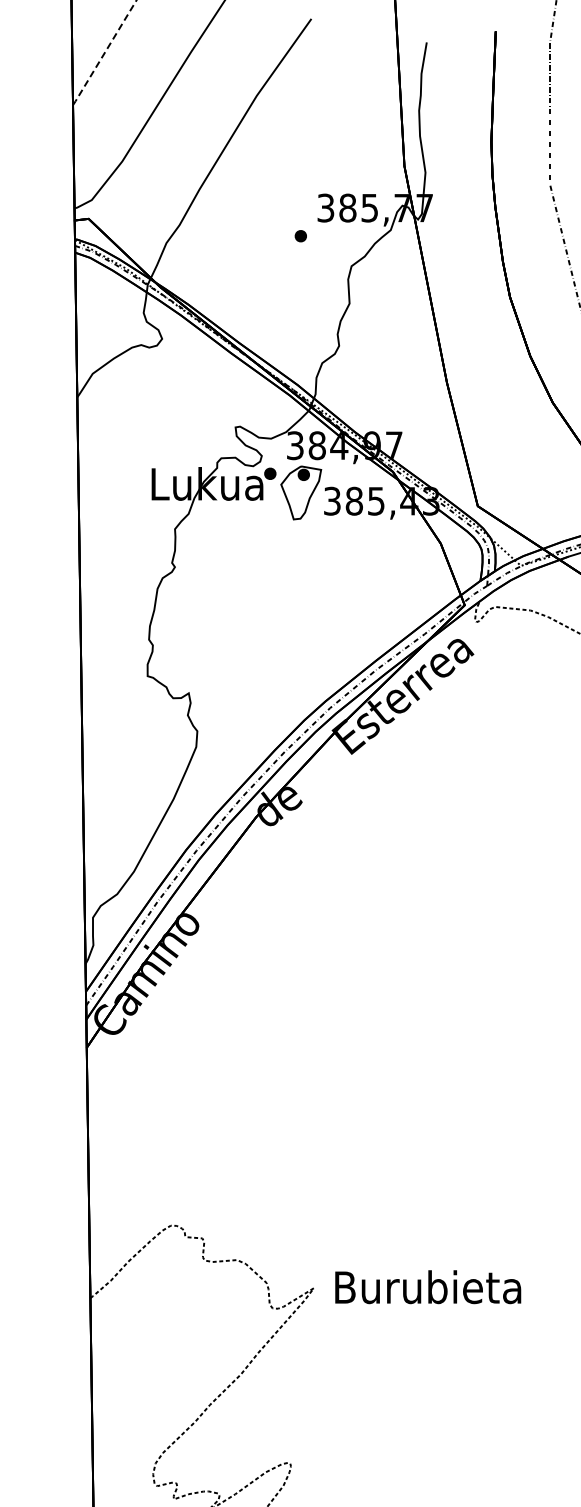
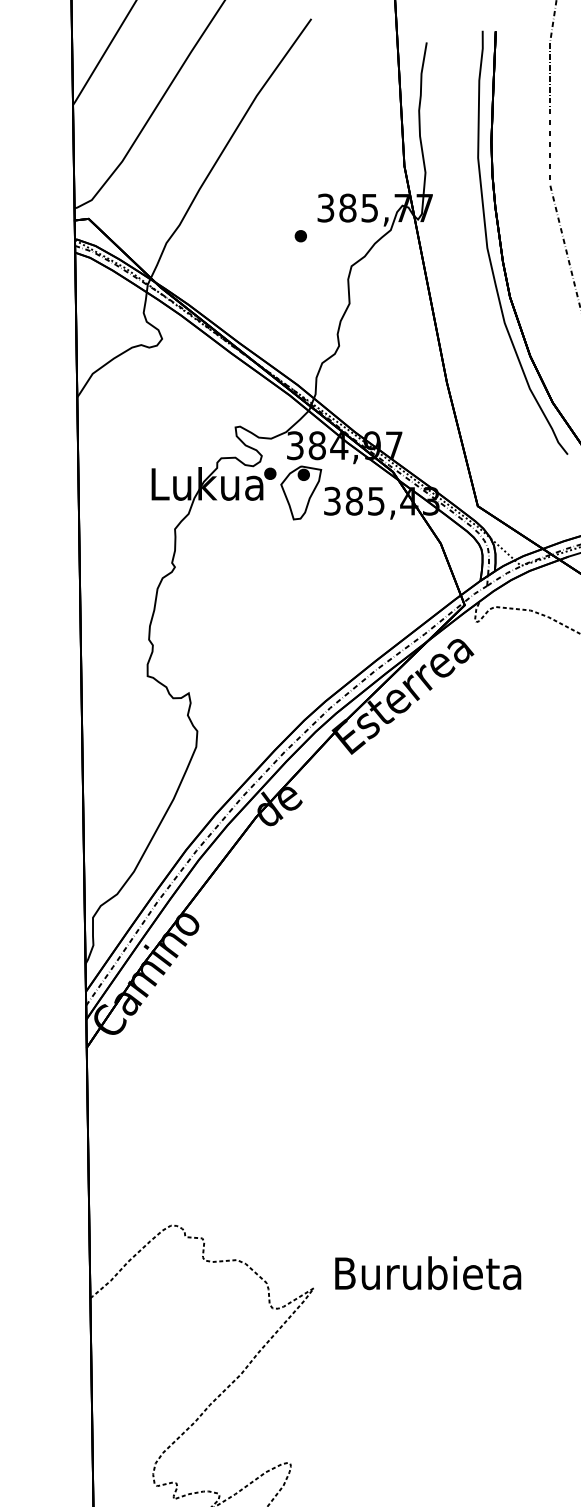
line at (104, 53): dashed -> solid
curve at (488, 246): none -> present
text at (428, 1287) position: (428, 1287) -> (428, 1273)
